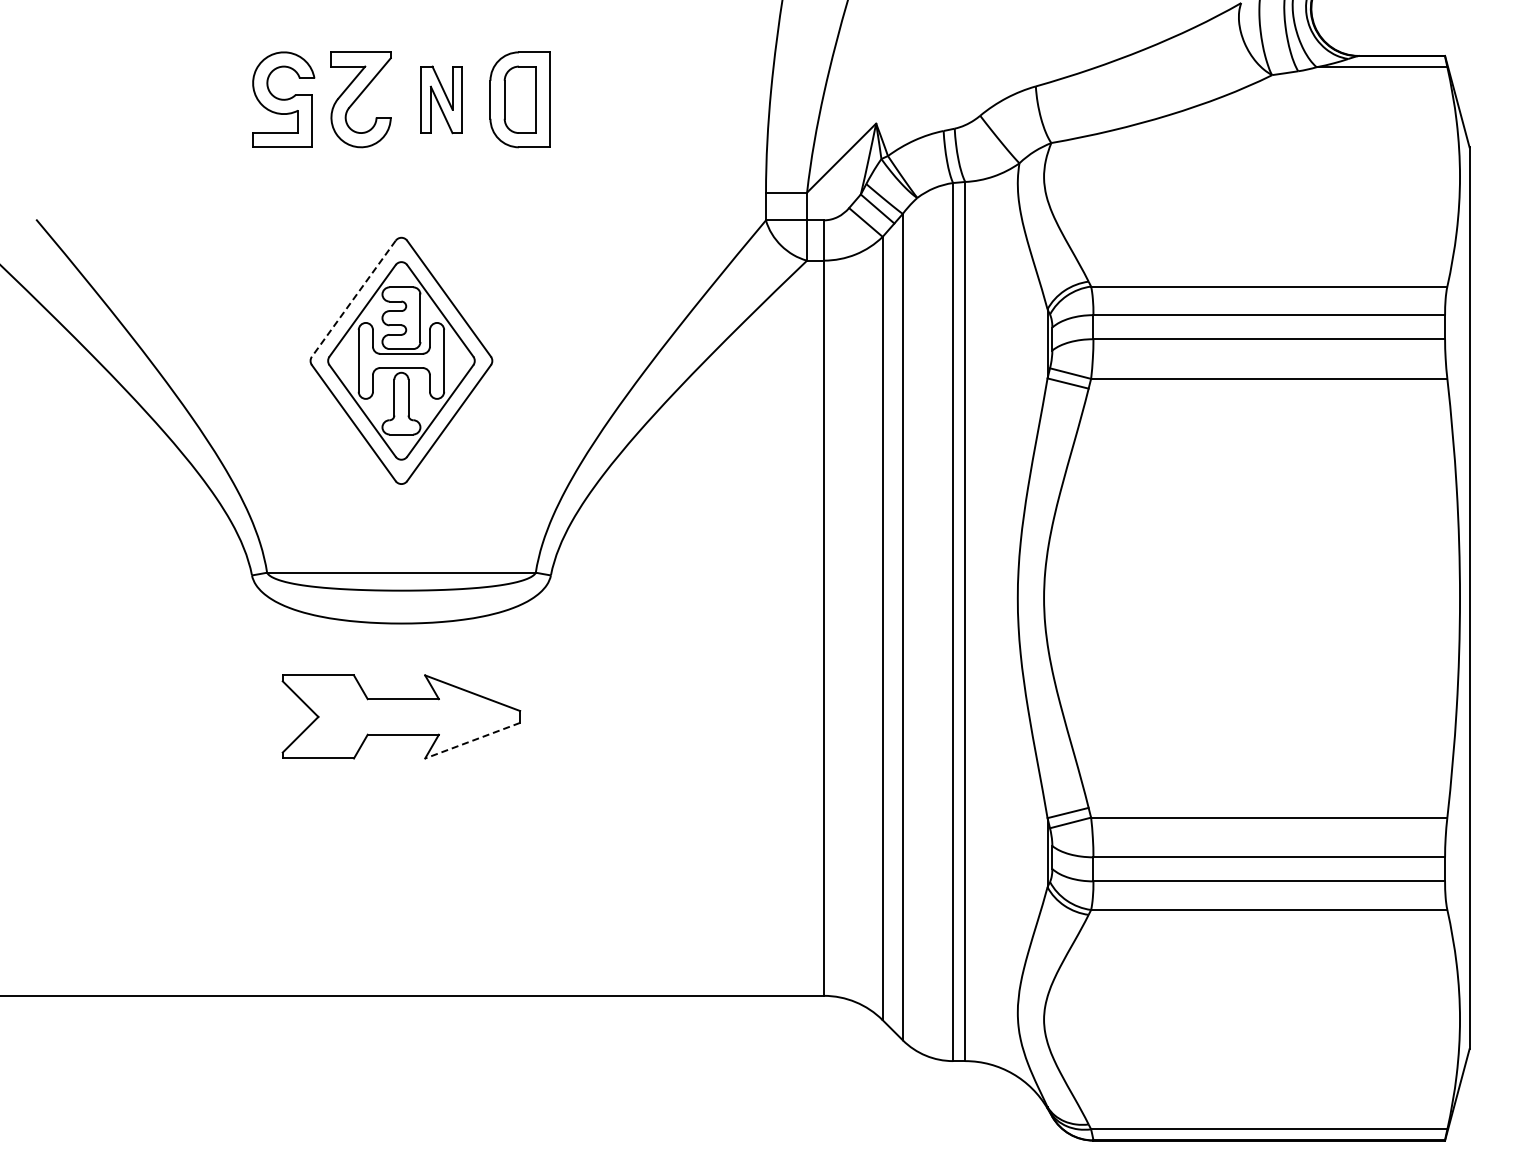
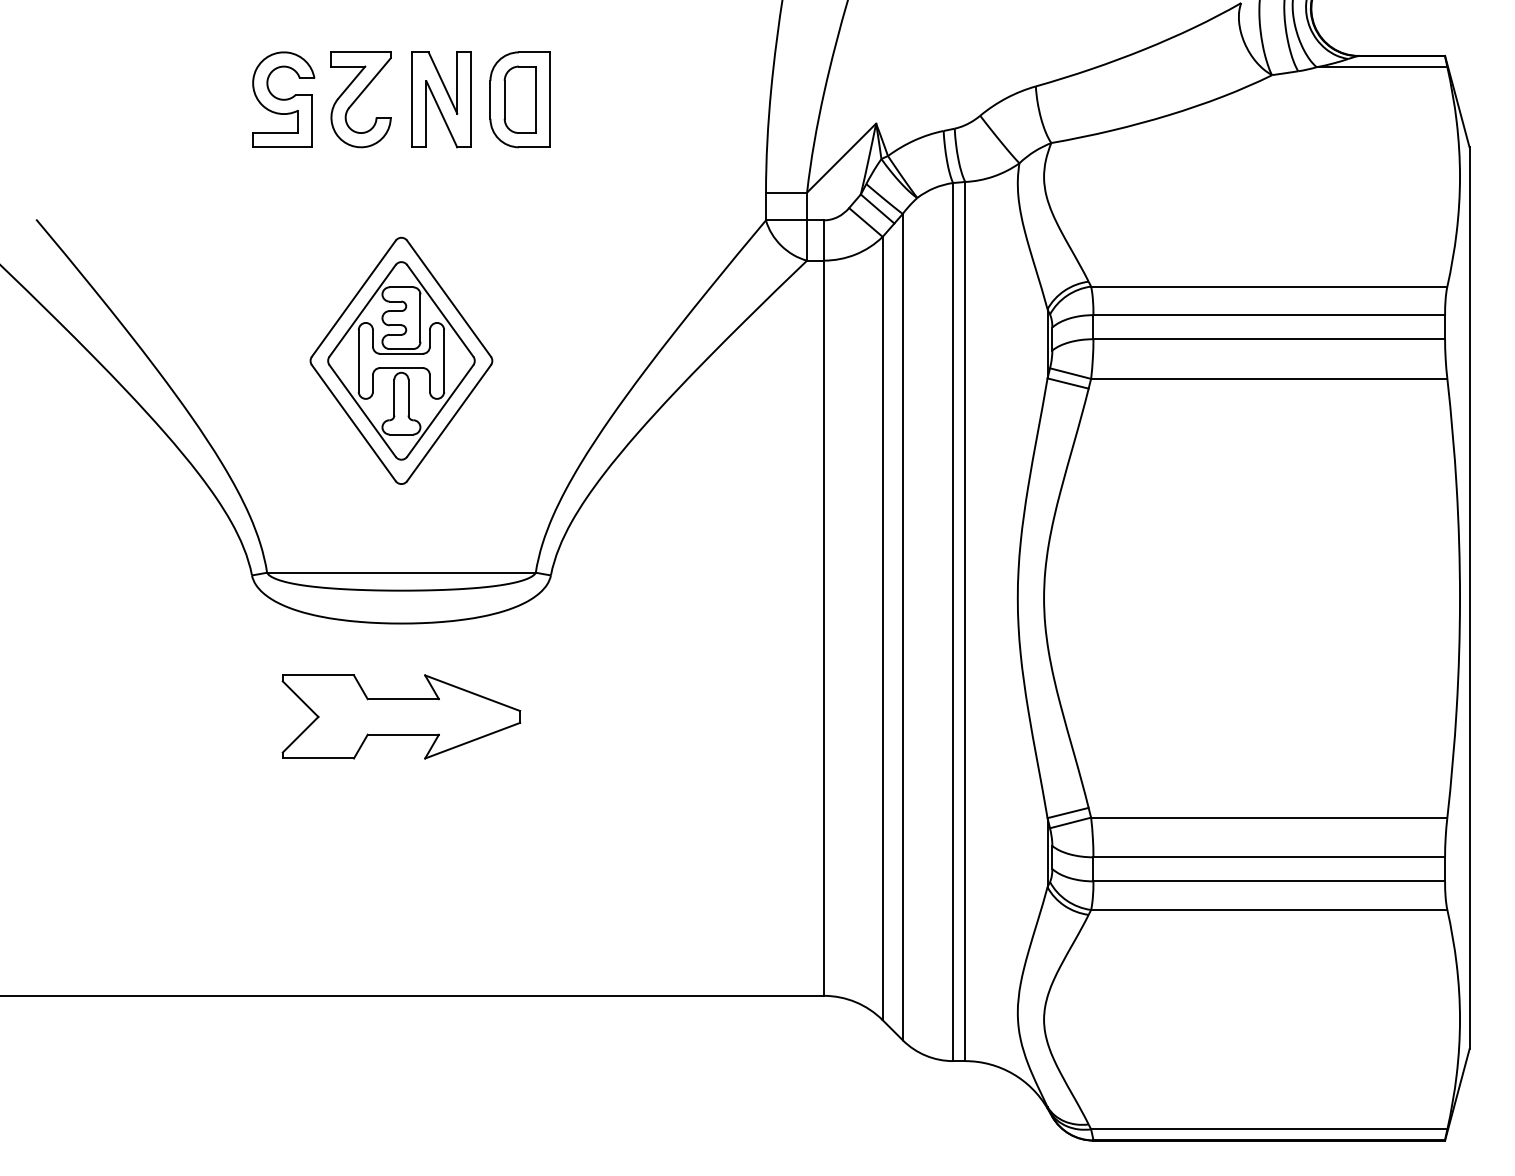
part at (441, 99) size: 43x70 px -> 61x98 px
line at (353, 298): dashed -> solid
line at (472, 740): dashed -> solid
